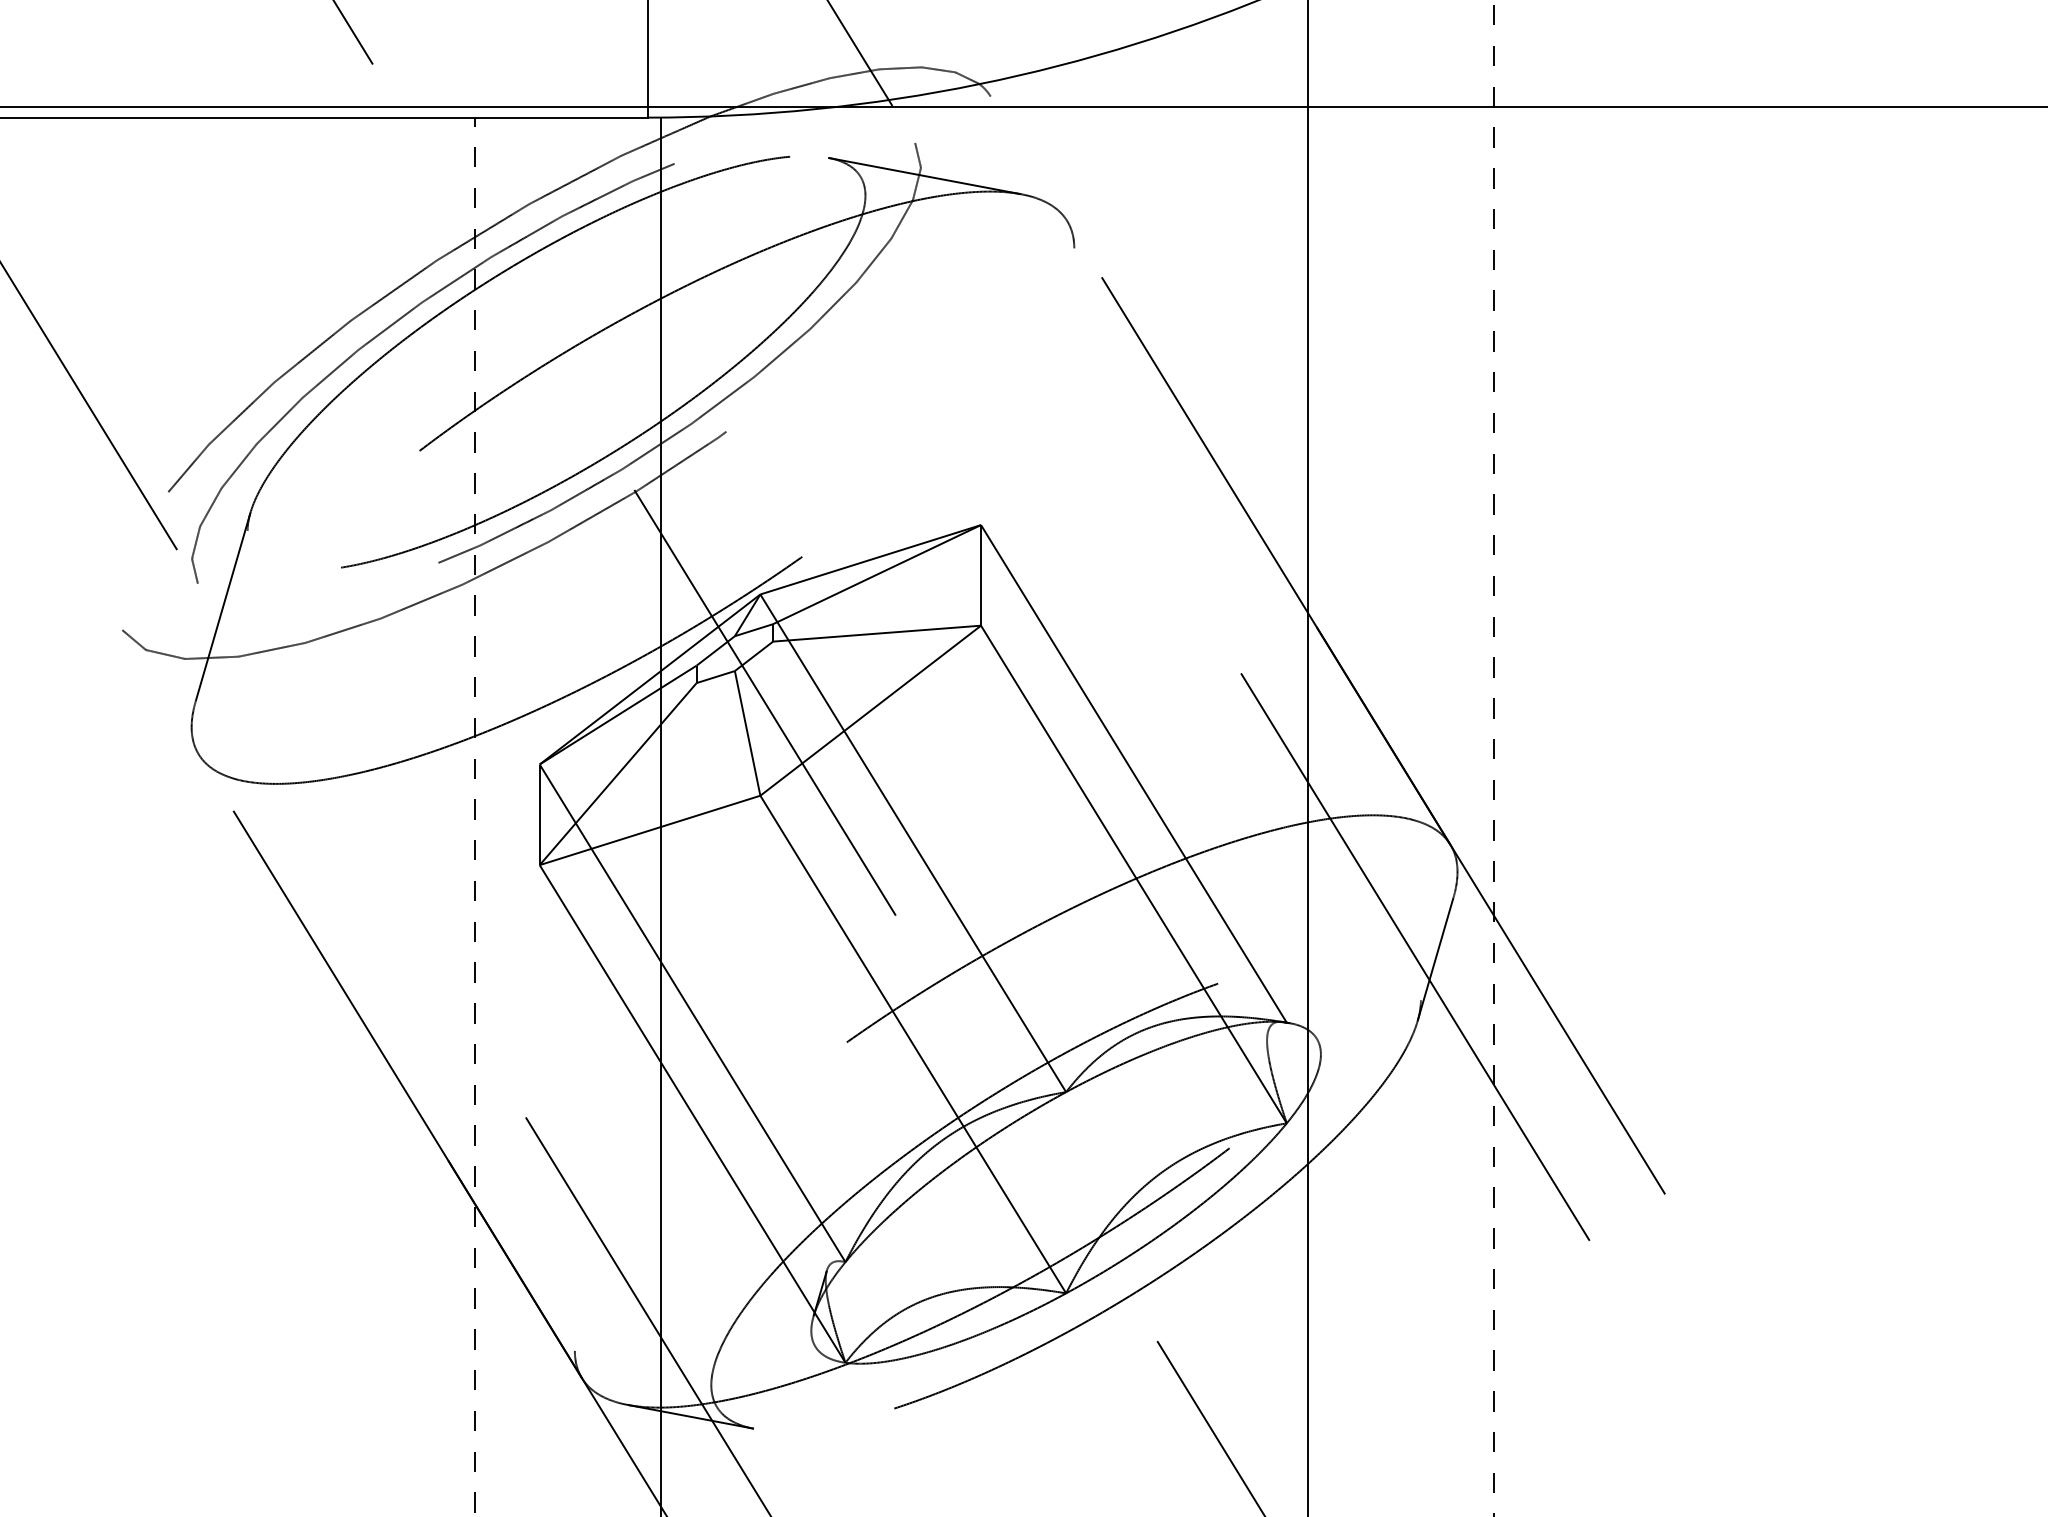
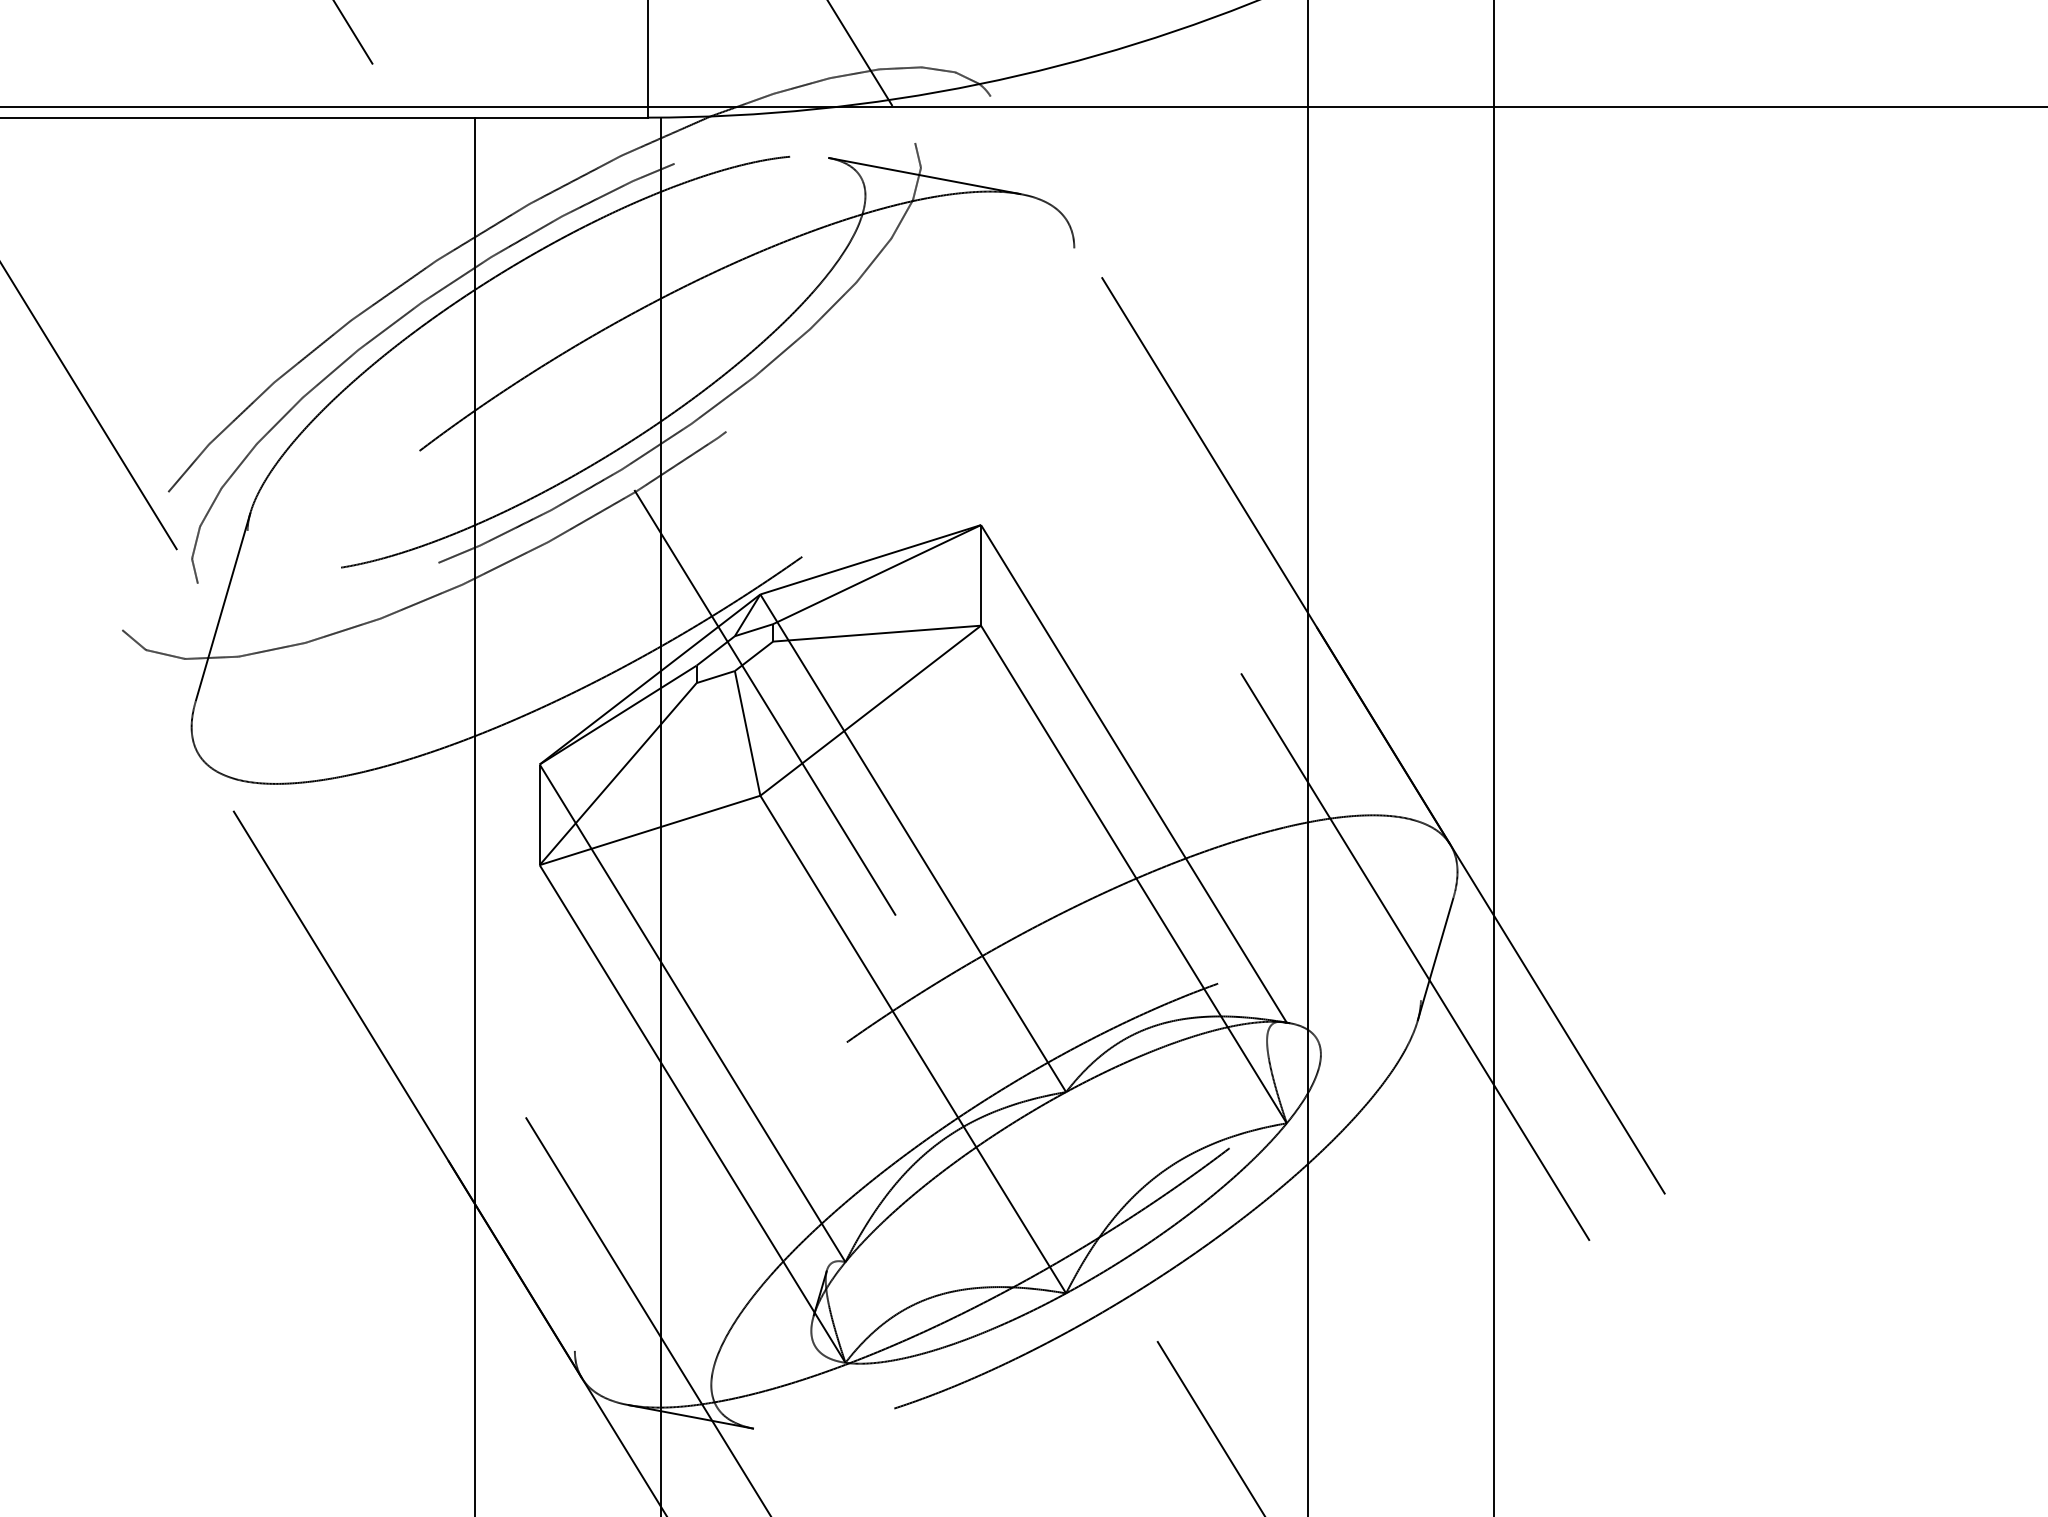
line at (1494, 758): dashed -> solid
line at (474, 816): dashed -> solid
